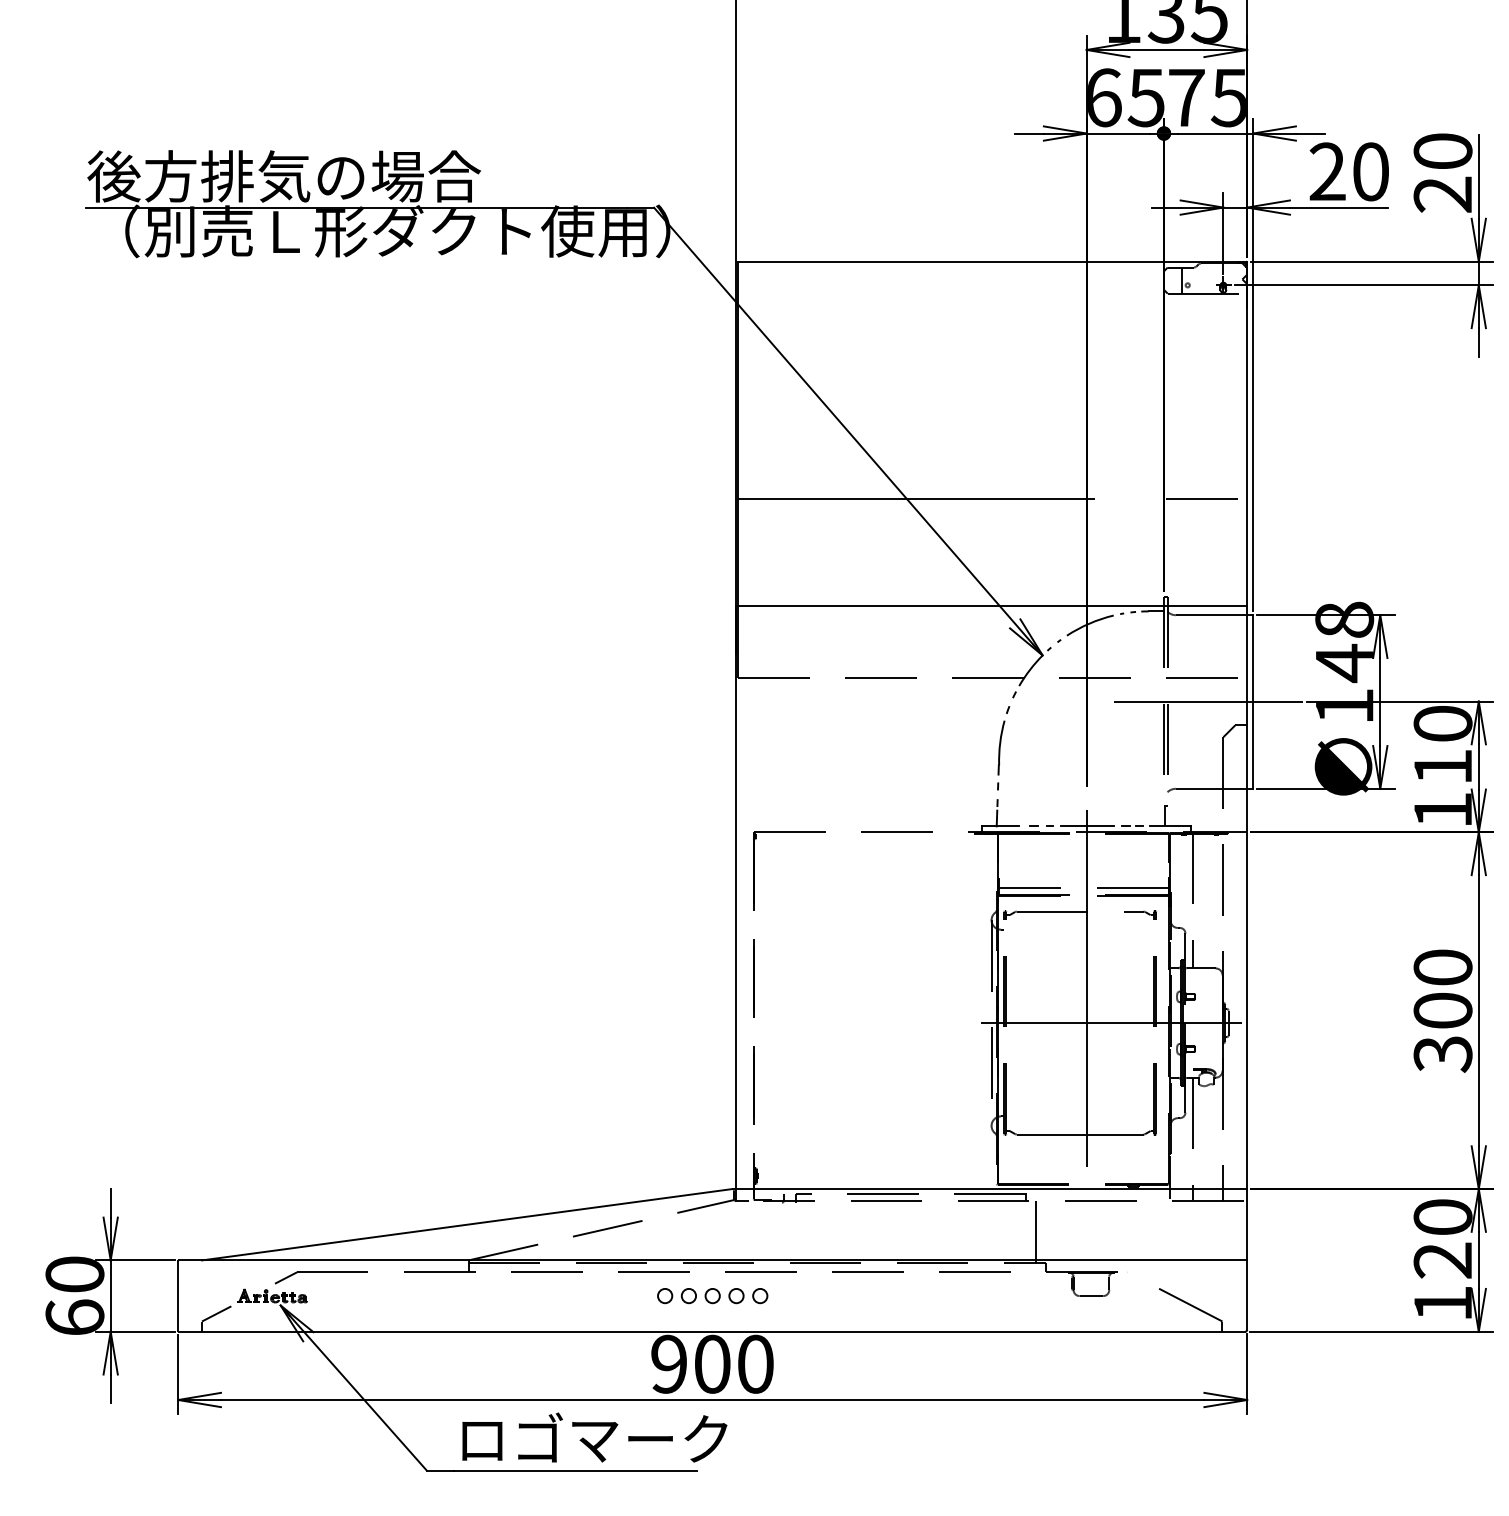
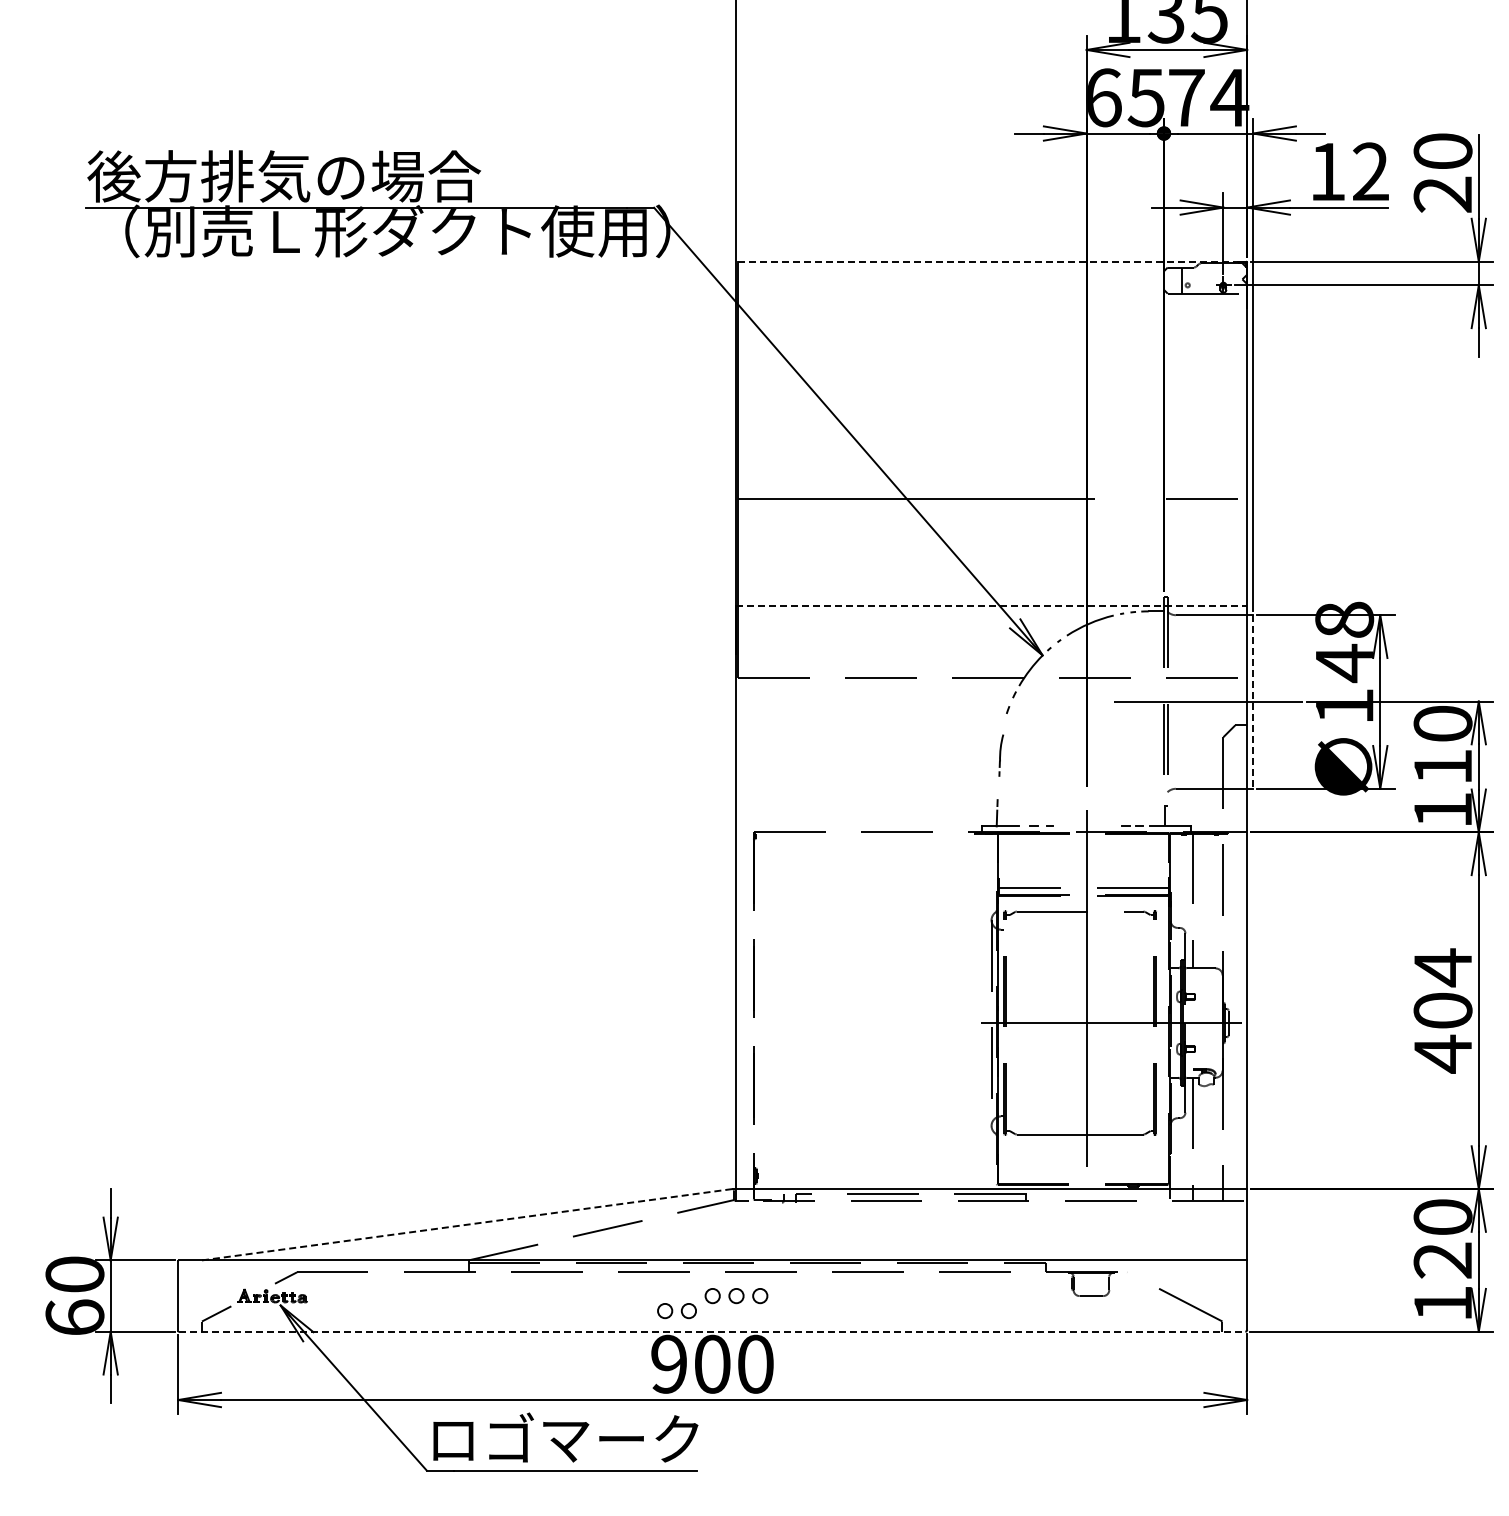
text at (1229, 98): 75 -> 74
text at (1348, 171): 20 -> 12
line at (993, 261): solid -> dashed
line at (991, 606): solid -> dashed
line at (1253, 702): solid -> dashed
part at (1001, 755) size: 9x71 px -> 7x43 px
line at (1087, 826): present -> none
text at (1442, 1010): 300 -> 404
line at (467, 1224): solid -> dashed
line at (1035, 1231): present -> none
part at (676, 1296) position: (676, 1296) -> (676, 1311)
line at (712, 1331): solid -> dashed
text at (594, 1437) position: (594, 1437) -> (565, 1437)
